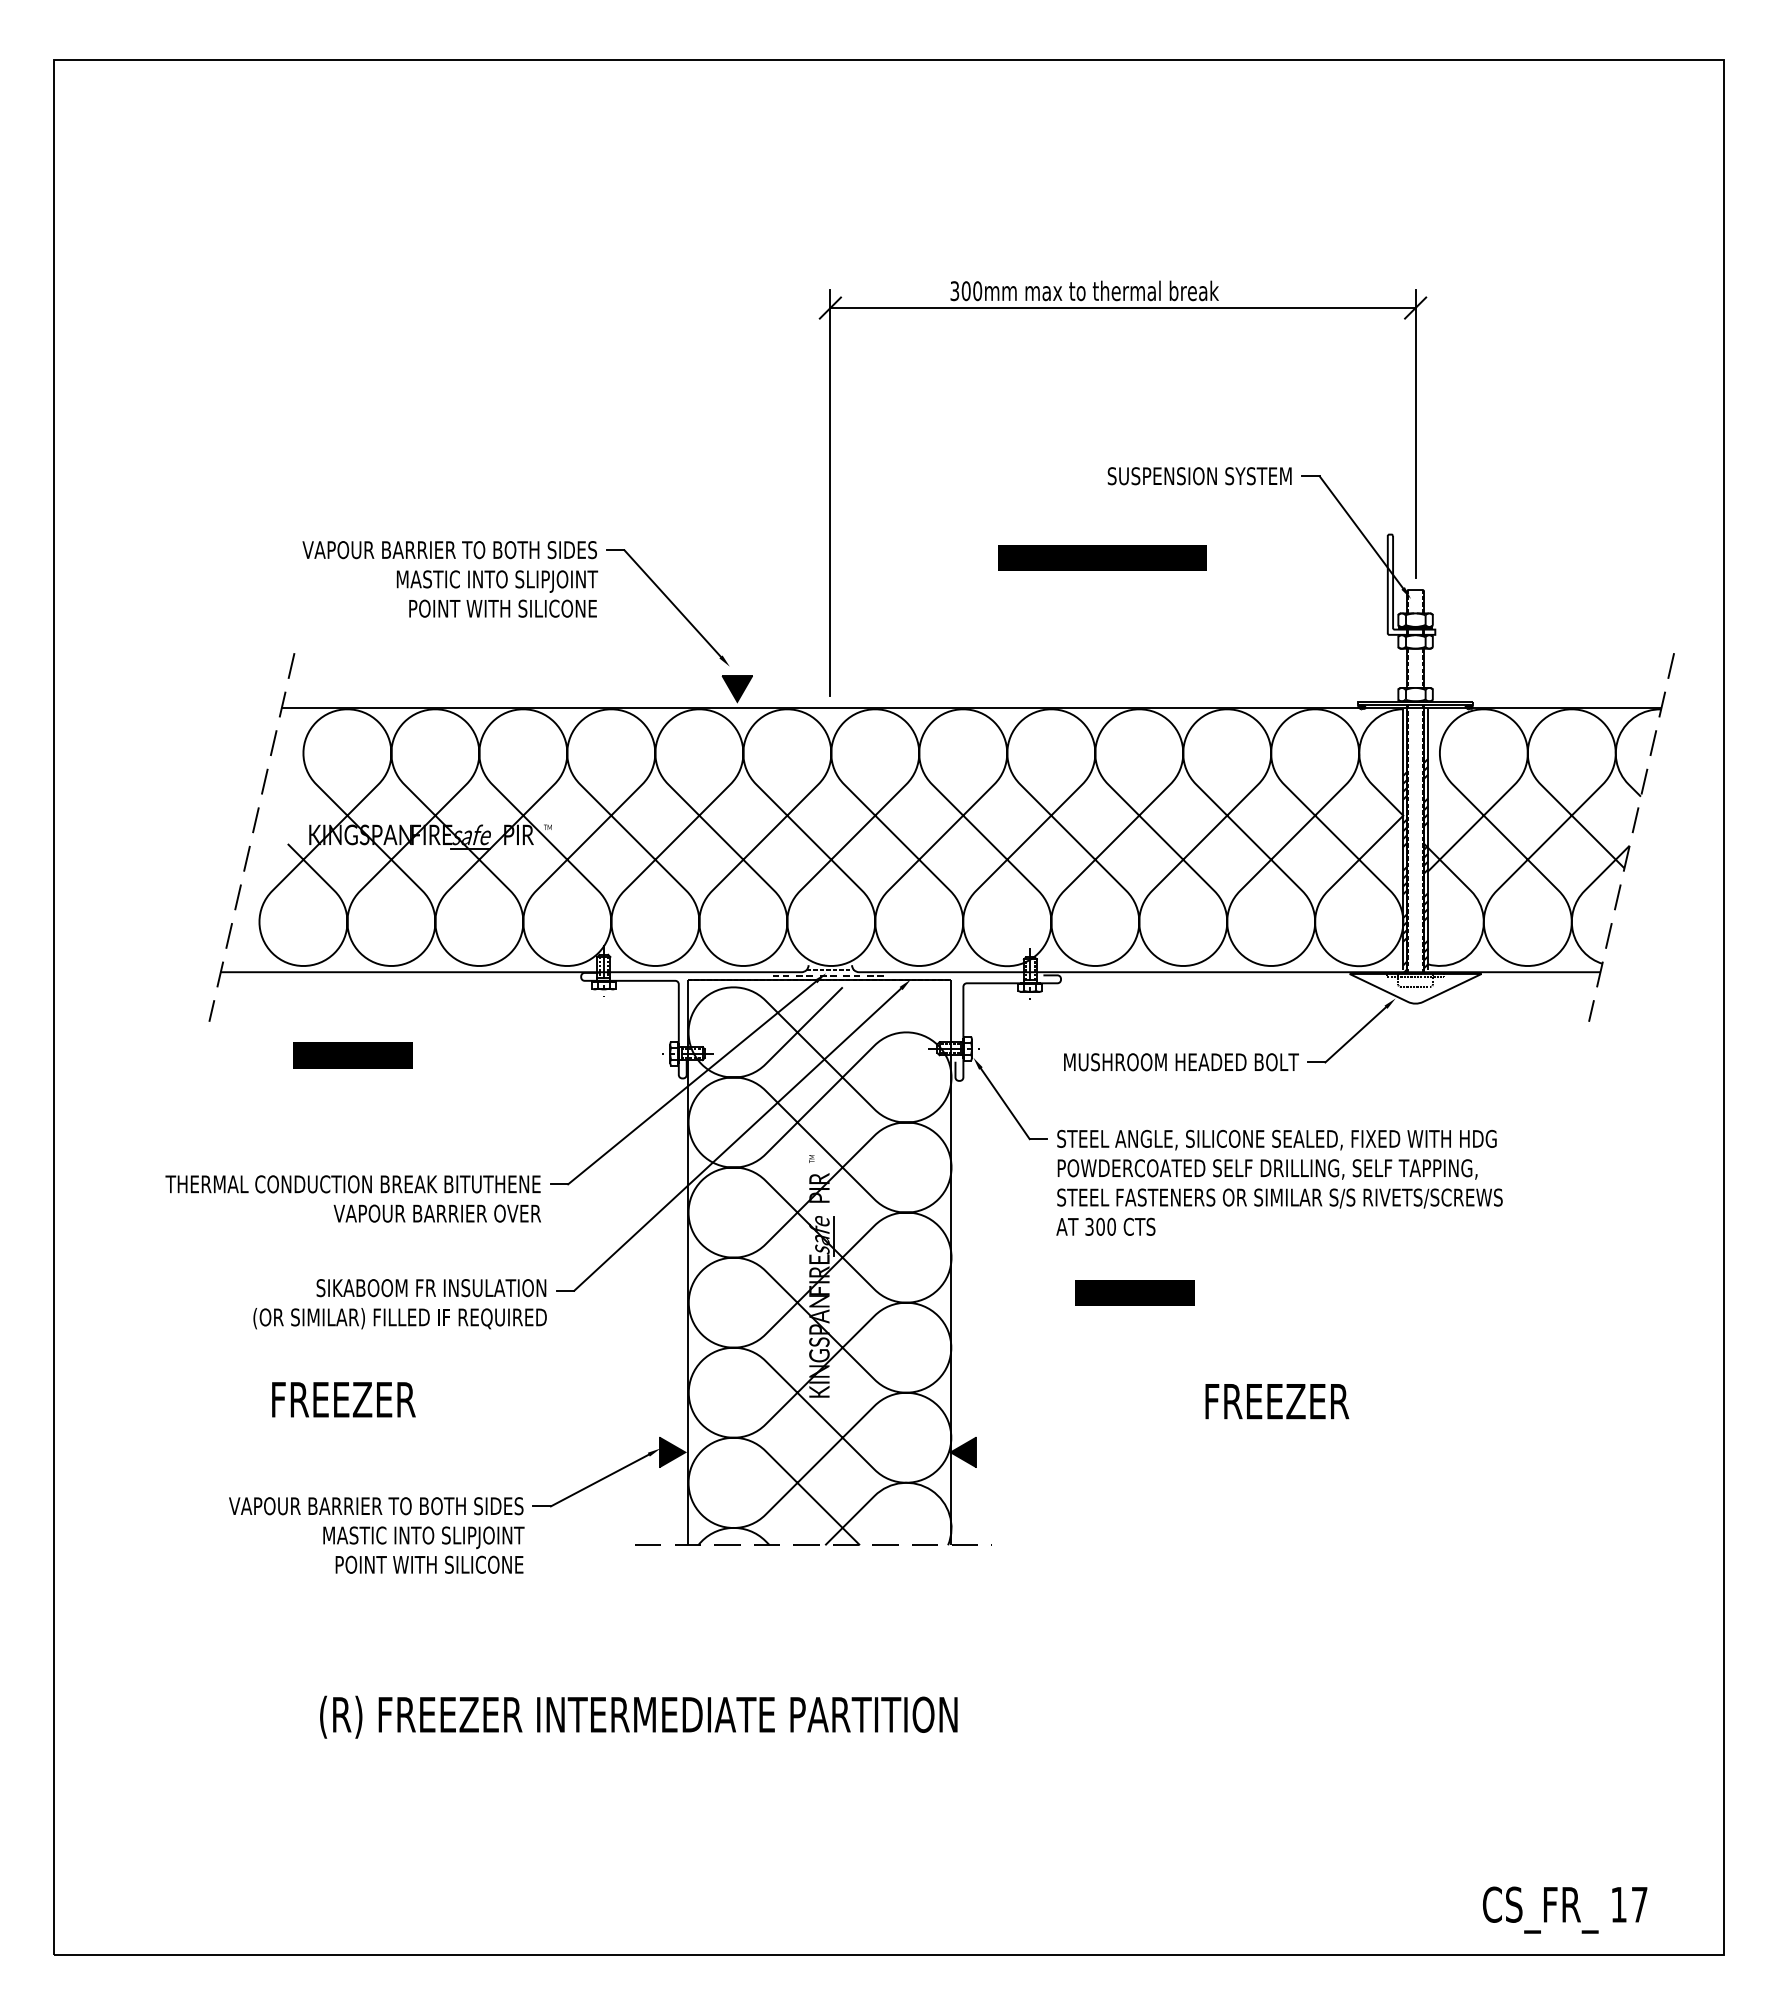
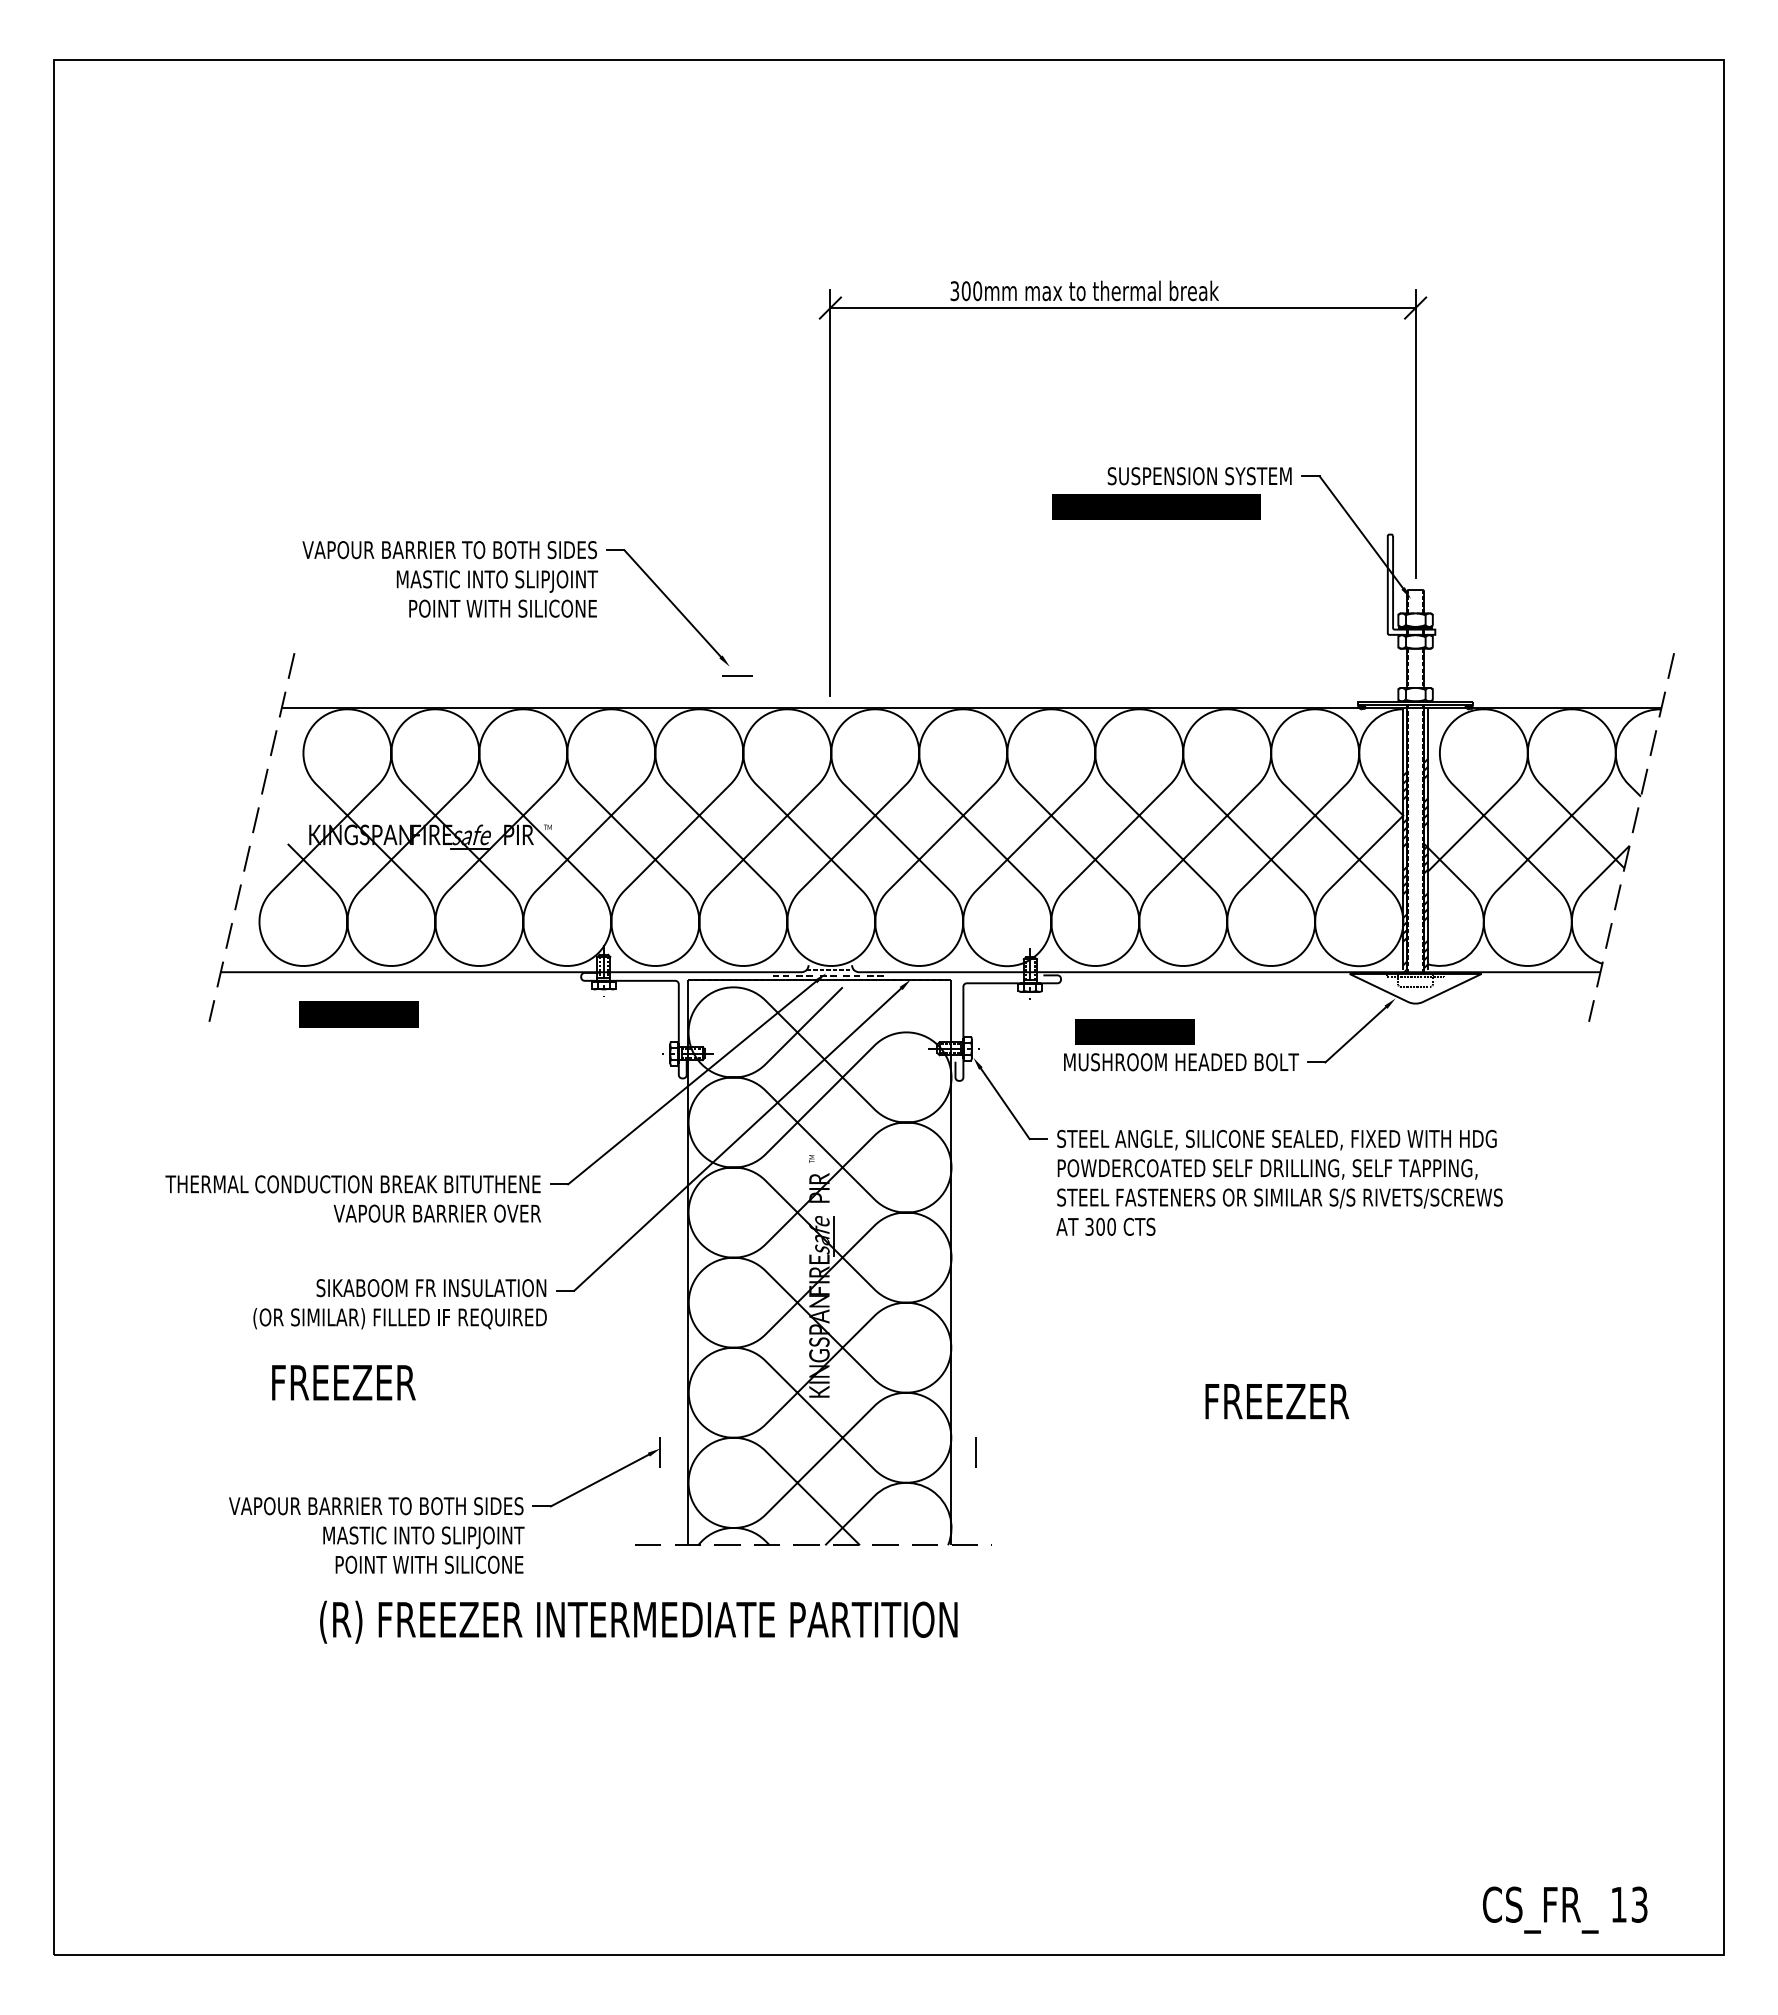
part at (1102, 557) position: (1102, 557) -> (1156, 506)
fill at (737, 689): present -> none
part at (352, 1055) position: (352, 1055) -> (358, 1014)
part at (1134, 1292) position: (1134, 1292) -> (1134, 1031)
text at (343, 1399) position: (343, 1399) -> (343, 1382)
fill at (673, 1452): present -> none
fill at (962, 1452): present -> none
text at (638, 1716) position: (638, 1716) -> (638, 1621)
text at (1639, 1904): 17 -> 13
